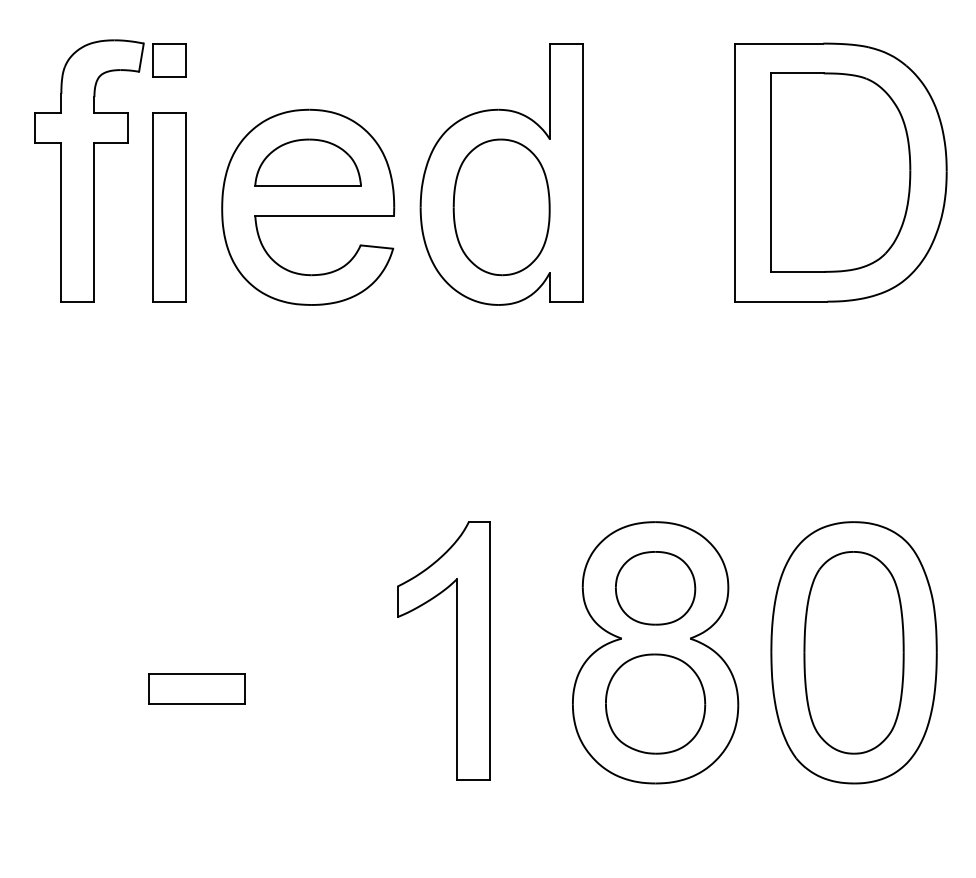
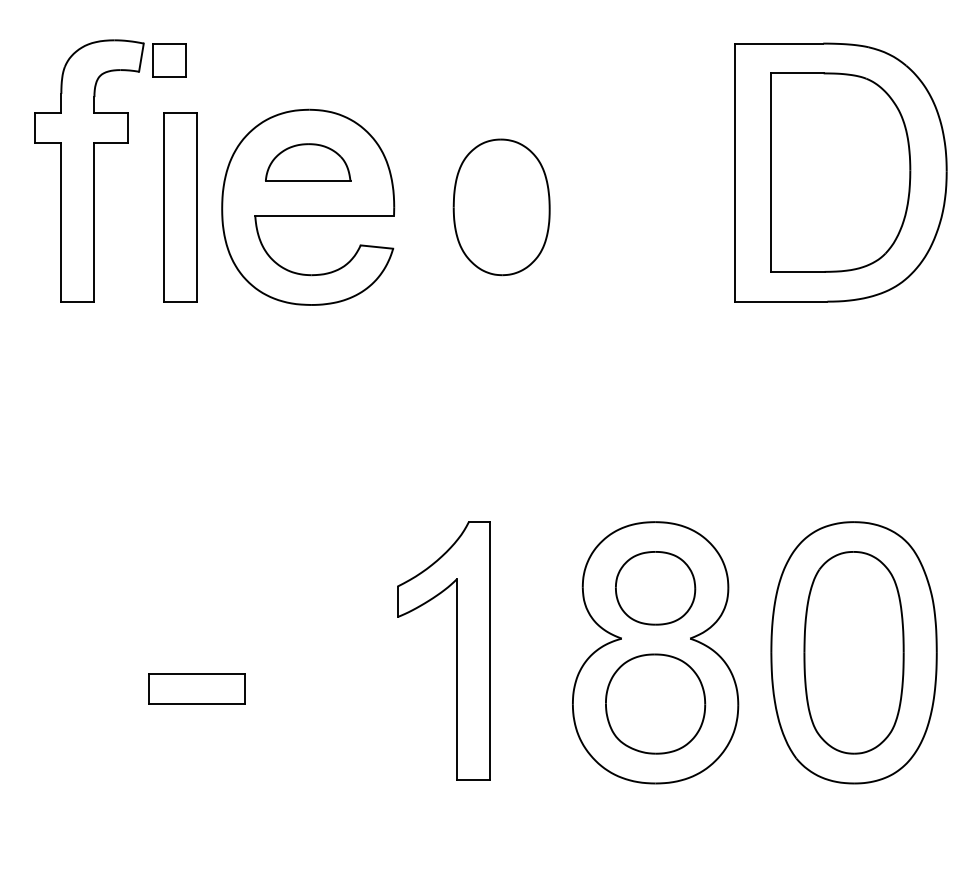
part at (307, 162) size: 108x49 px -> 87x39 px
part at (501, 174): present -> none
part at (169, 207) position: (169, 207) -> (180, 207)
